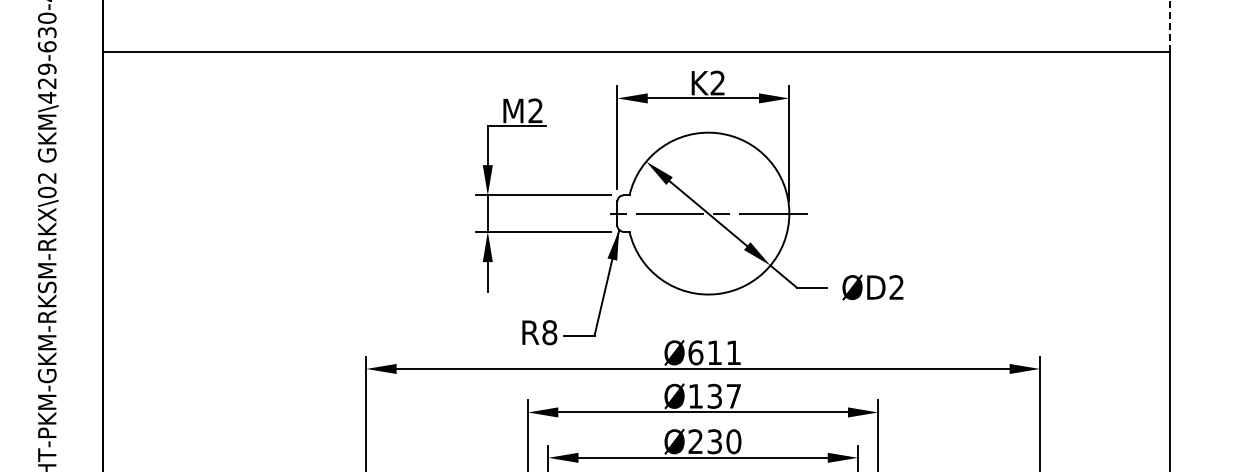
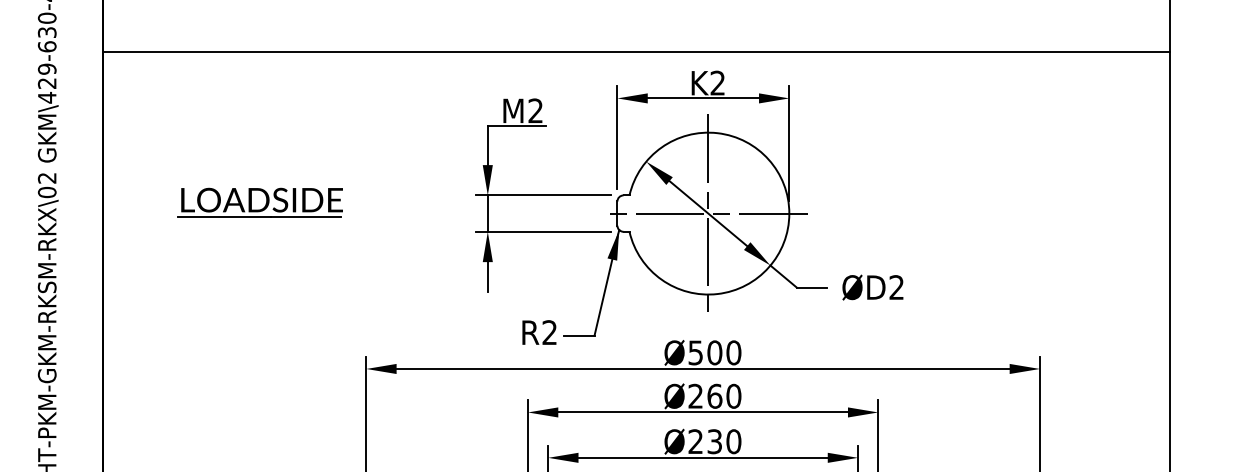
line at (1170, 26): dashed -> solid
part at (259, 202): none -> present
line at (708, 213): none -> present
text at (549, 332): R8 -> R2
text at (714, 352): Ø611 -> Ø500
text at (714, 395): Ø137 -> Ø260
